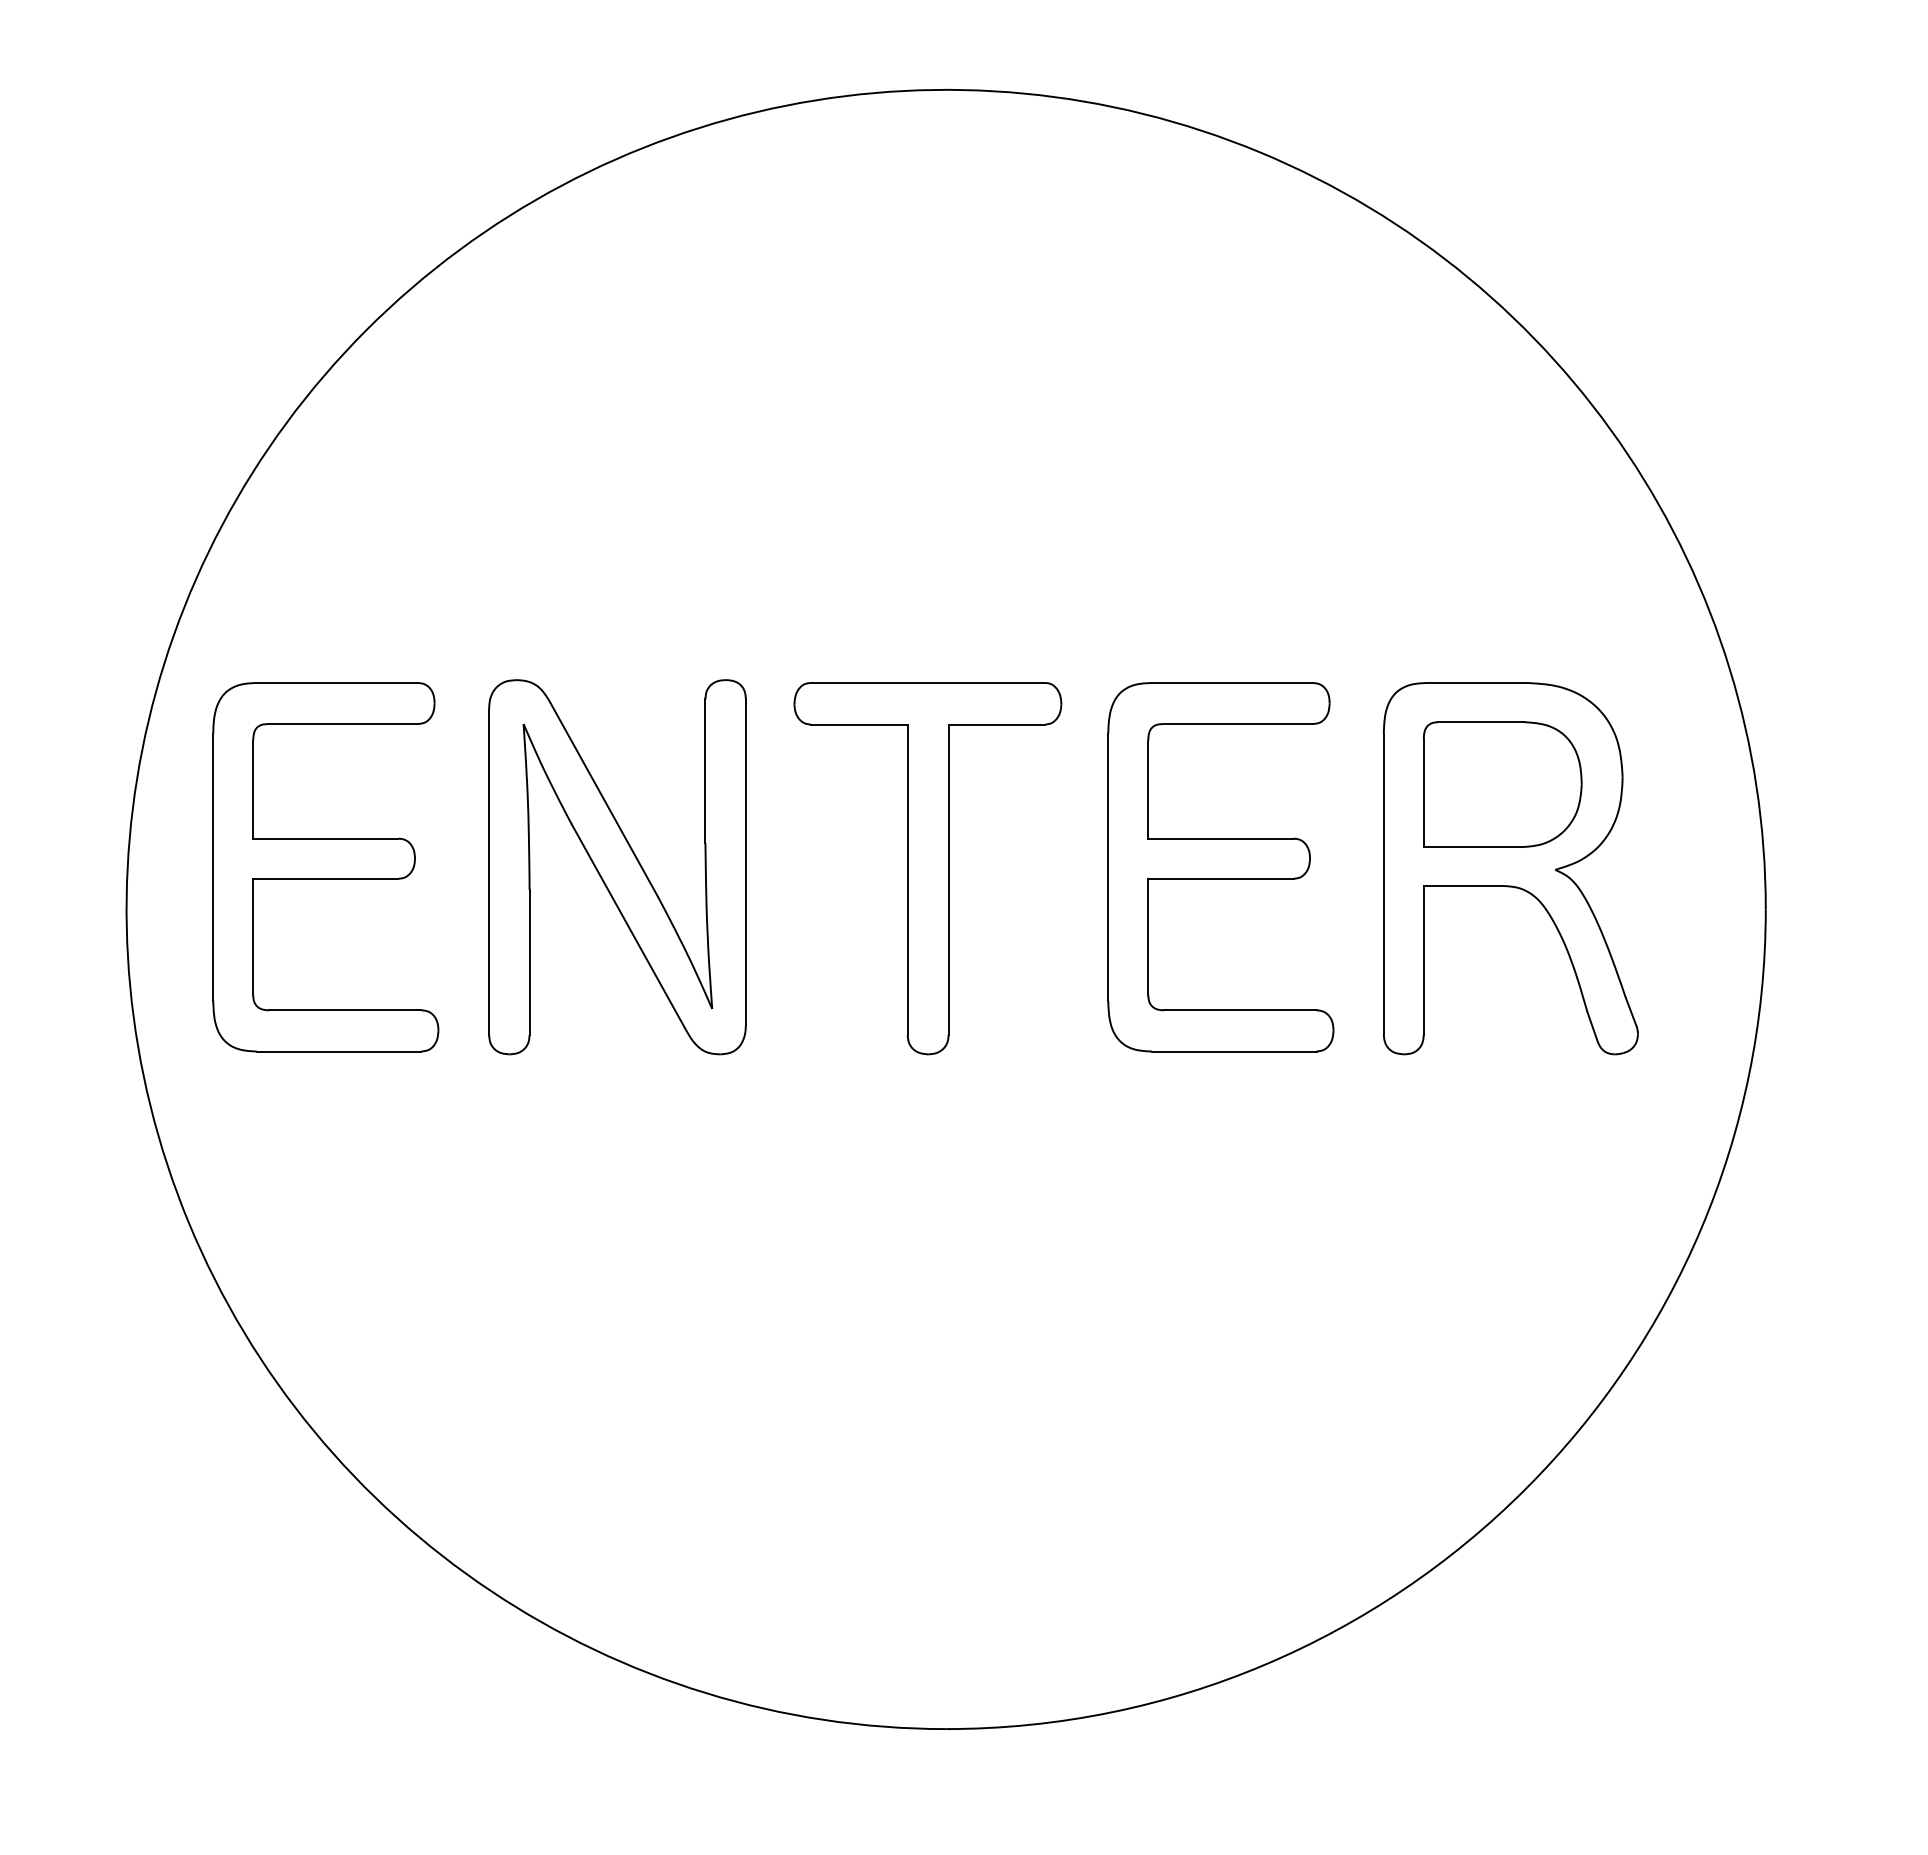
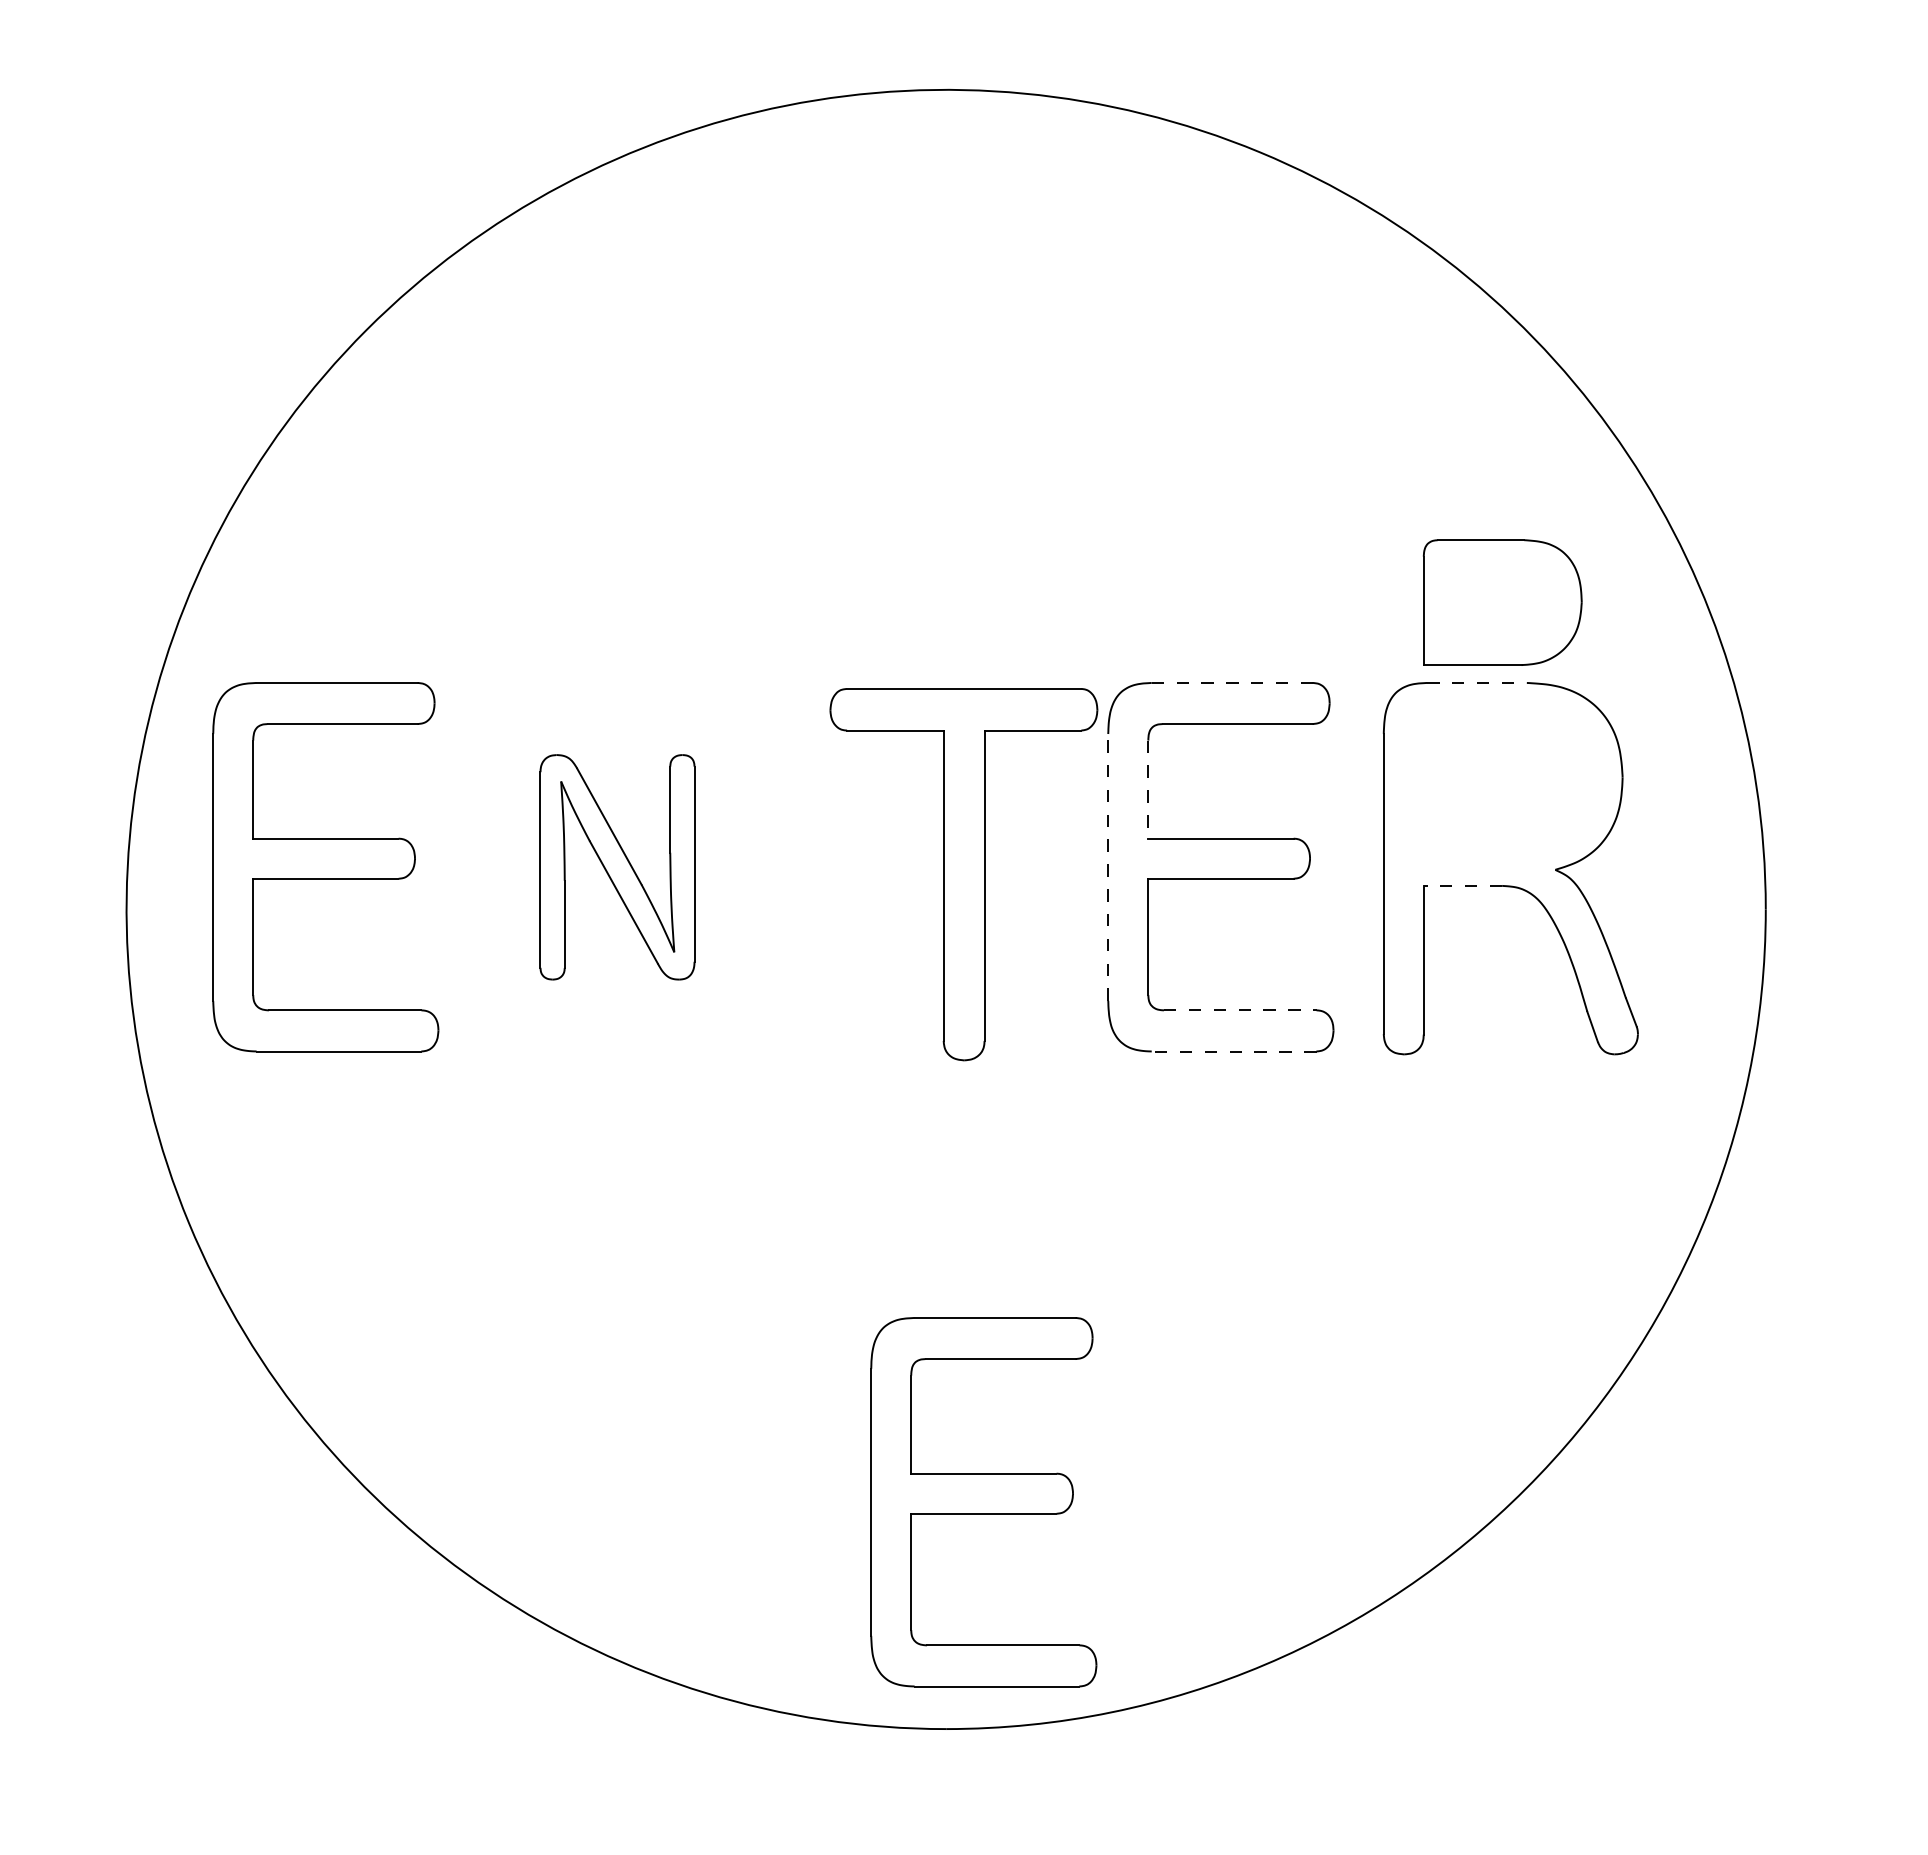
line at (1232, 682): solid -> dashed
line at (1477, 682): solid -> dashed
part at (1502, 784) position: (1502, 784) -> (1502, 602)
line at (1148, 789): solid -> dashed
line at (1108, 866): solid -> dashed
part at (617, 867) size: 259x377 px -> 157x227 px
part at (927, 868) position: (927, 868) -> (963, 874)
line at (1462, 885): solid -> dashed
line at (1240, 1010): solid -> dashed
line at (1233, 1051): solid -> dashed
part at (983, 1502): none -> present
